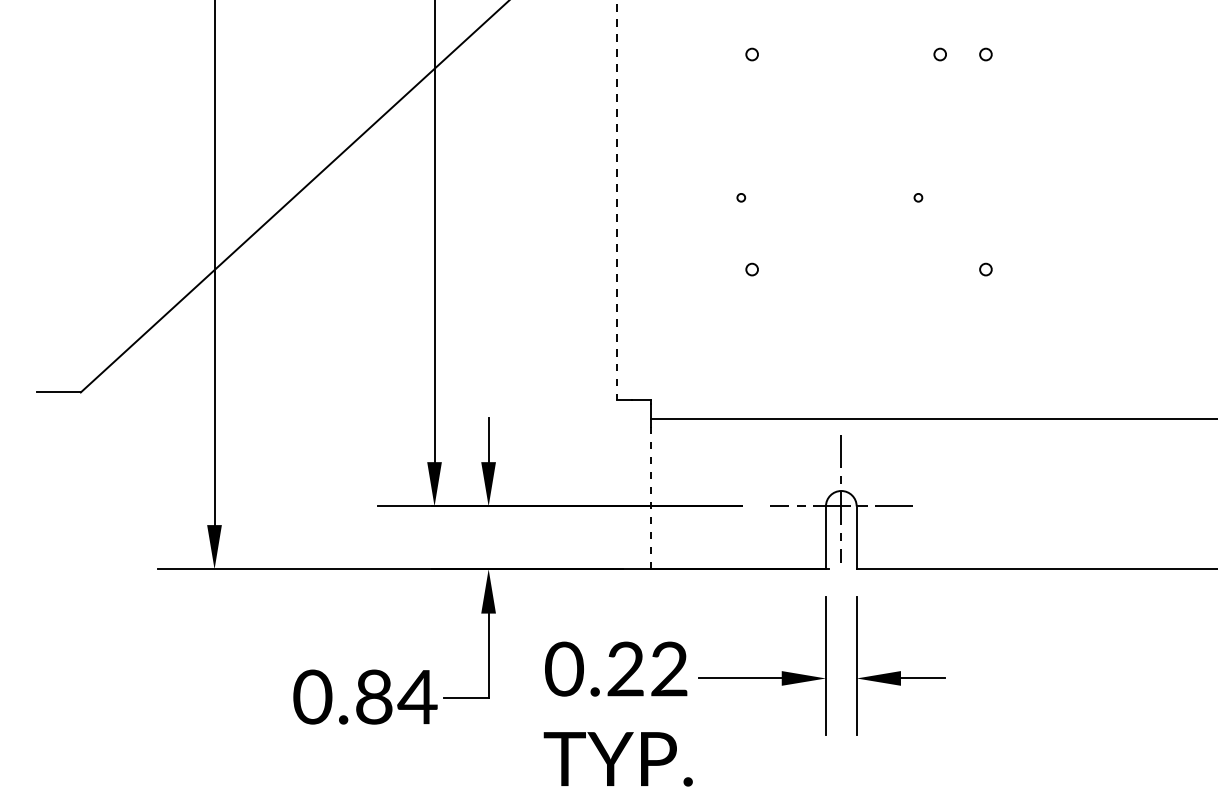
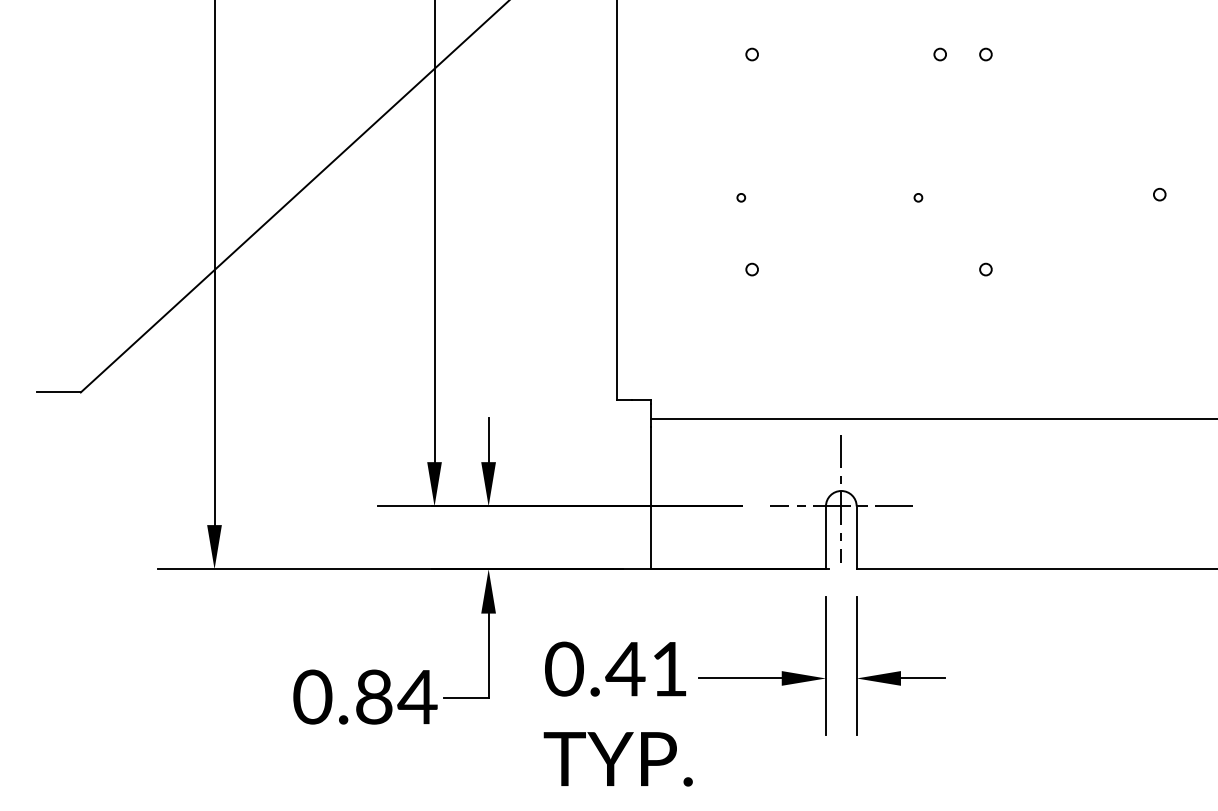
circle at (1159, 194): none -> present
line at (616, 200): dashed -> solid
line at (651, 497): dashed -> solid
text at (646, 668): 0.22 -> 0.41
